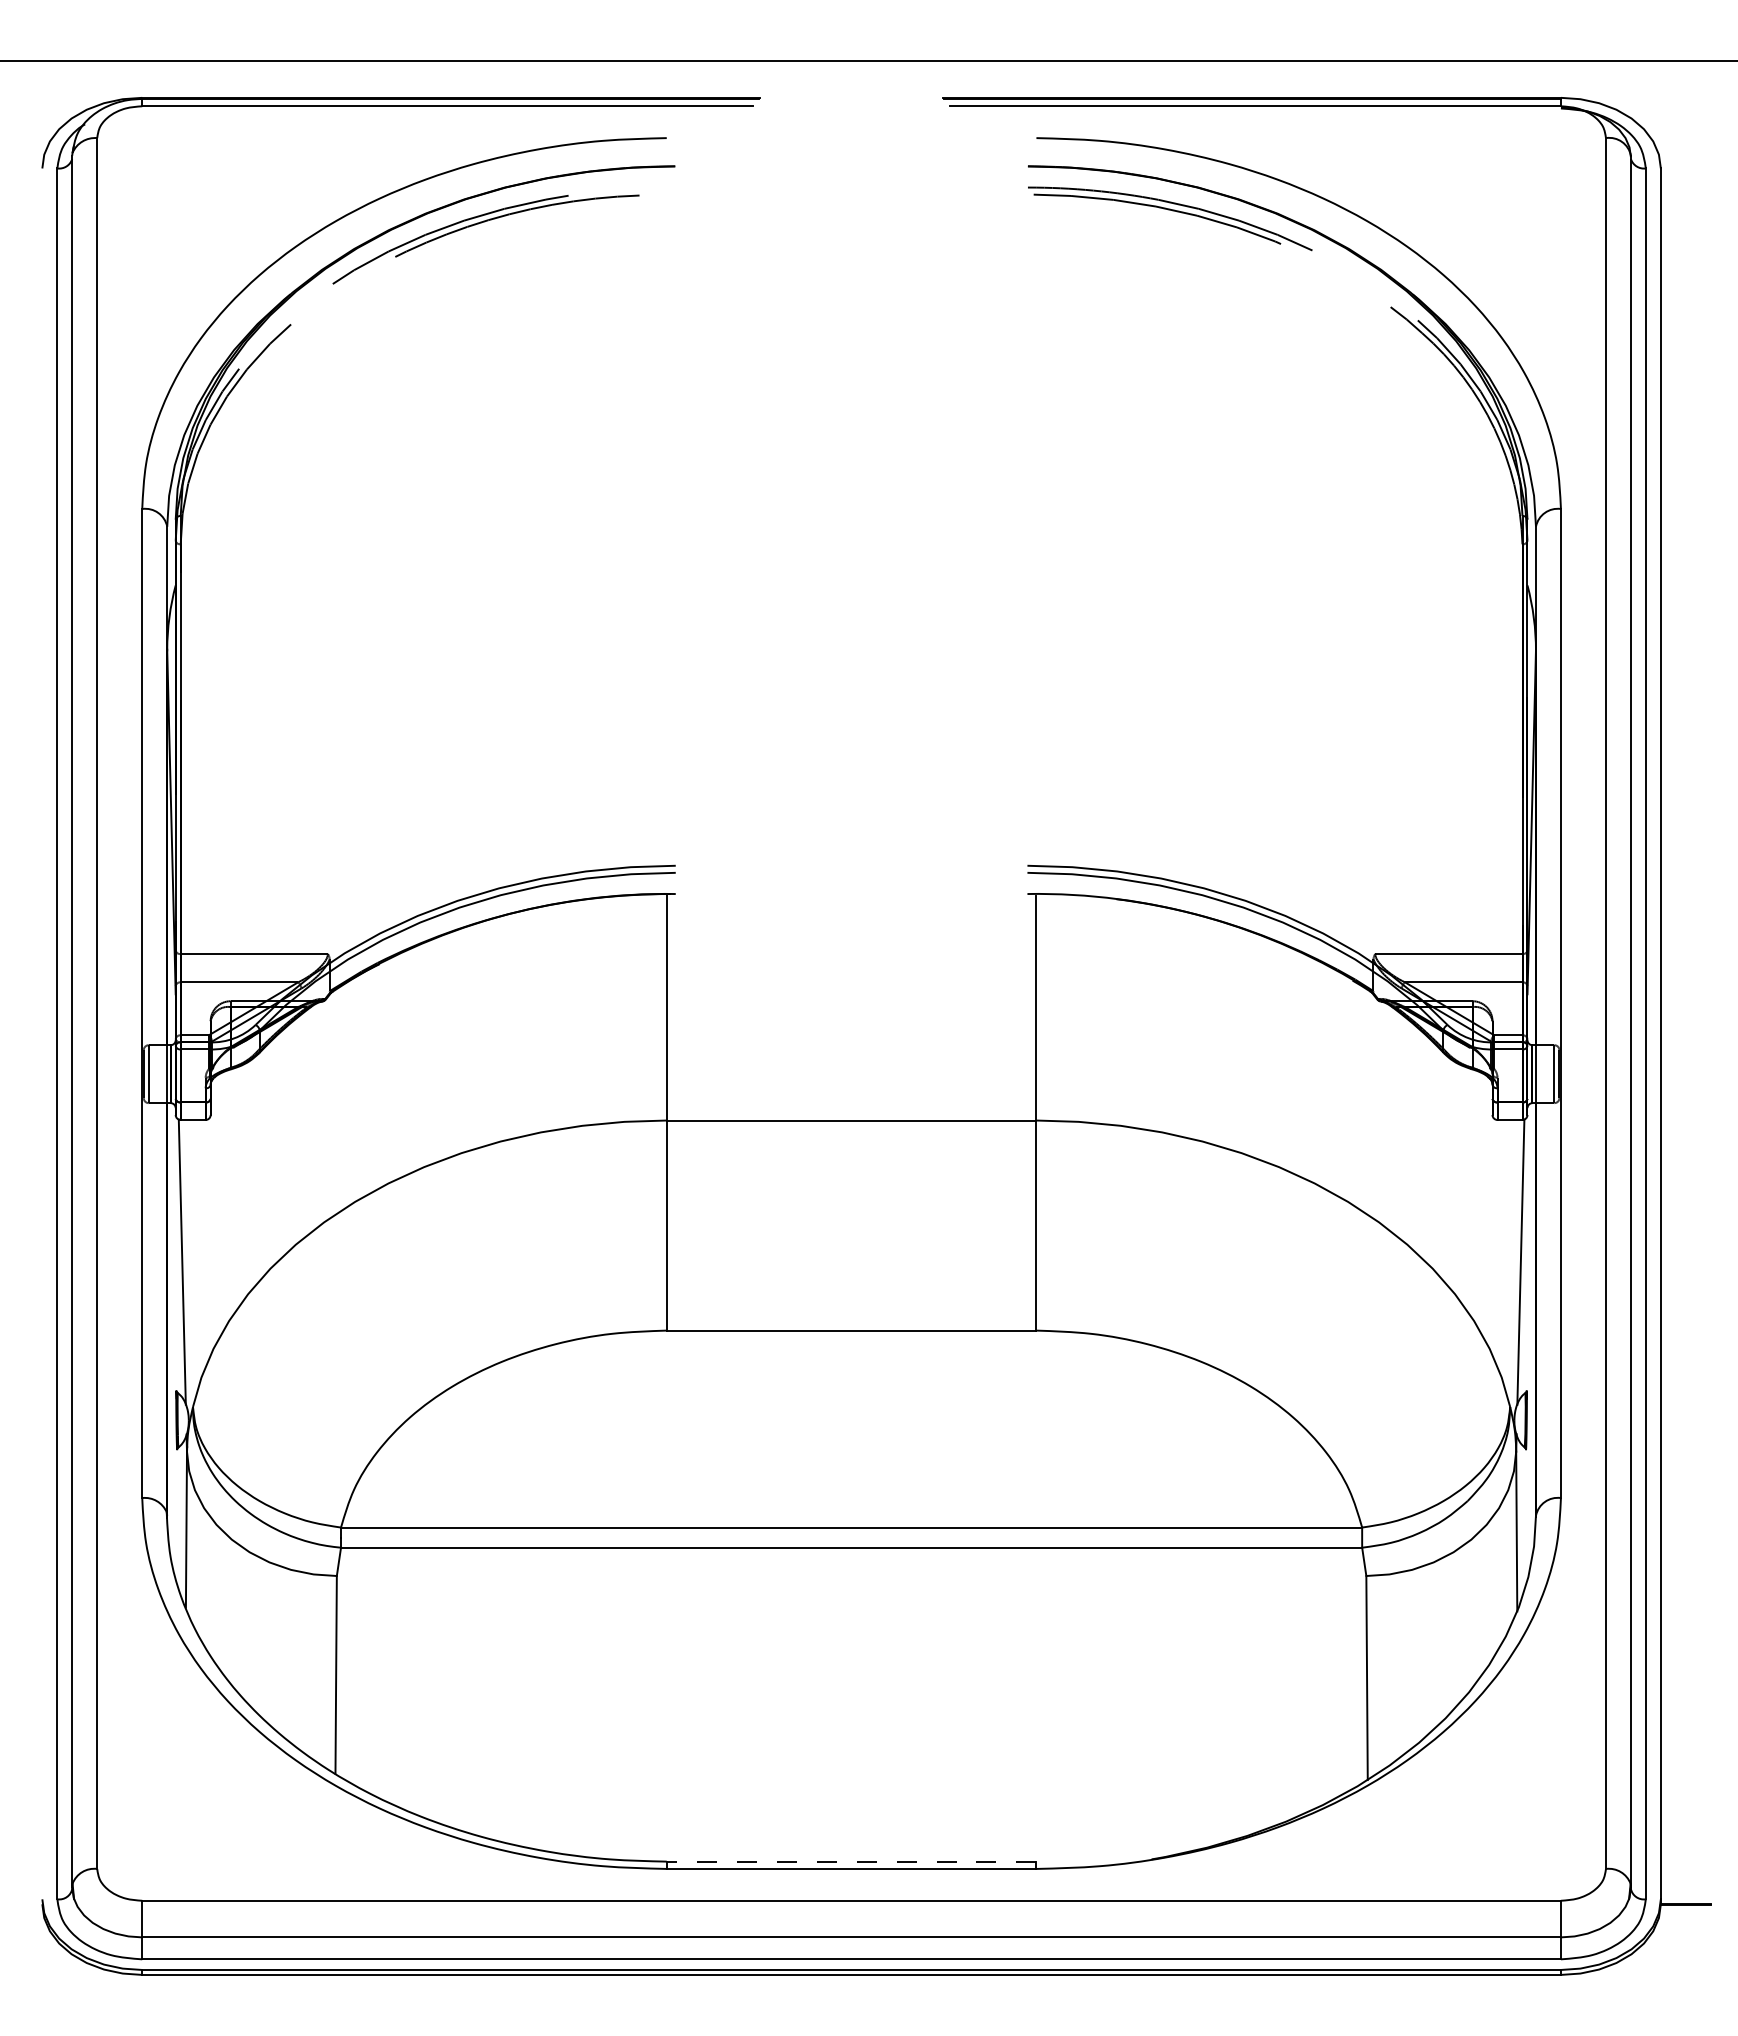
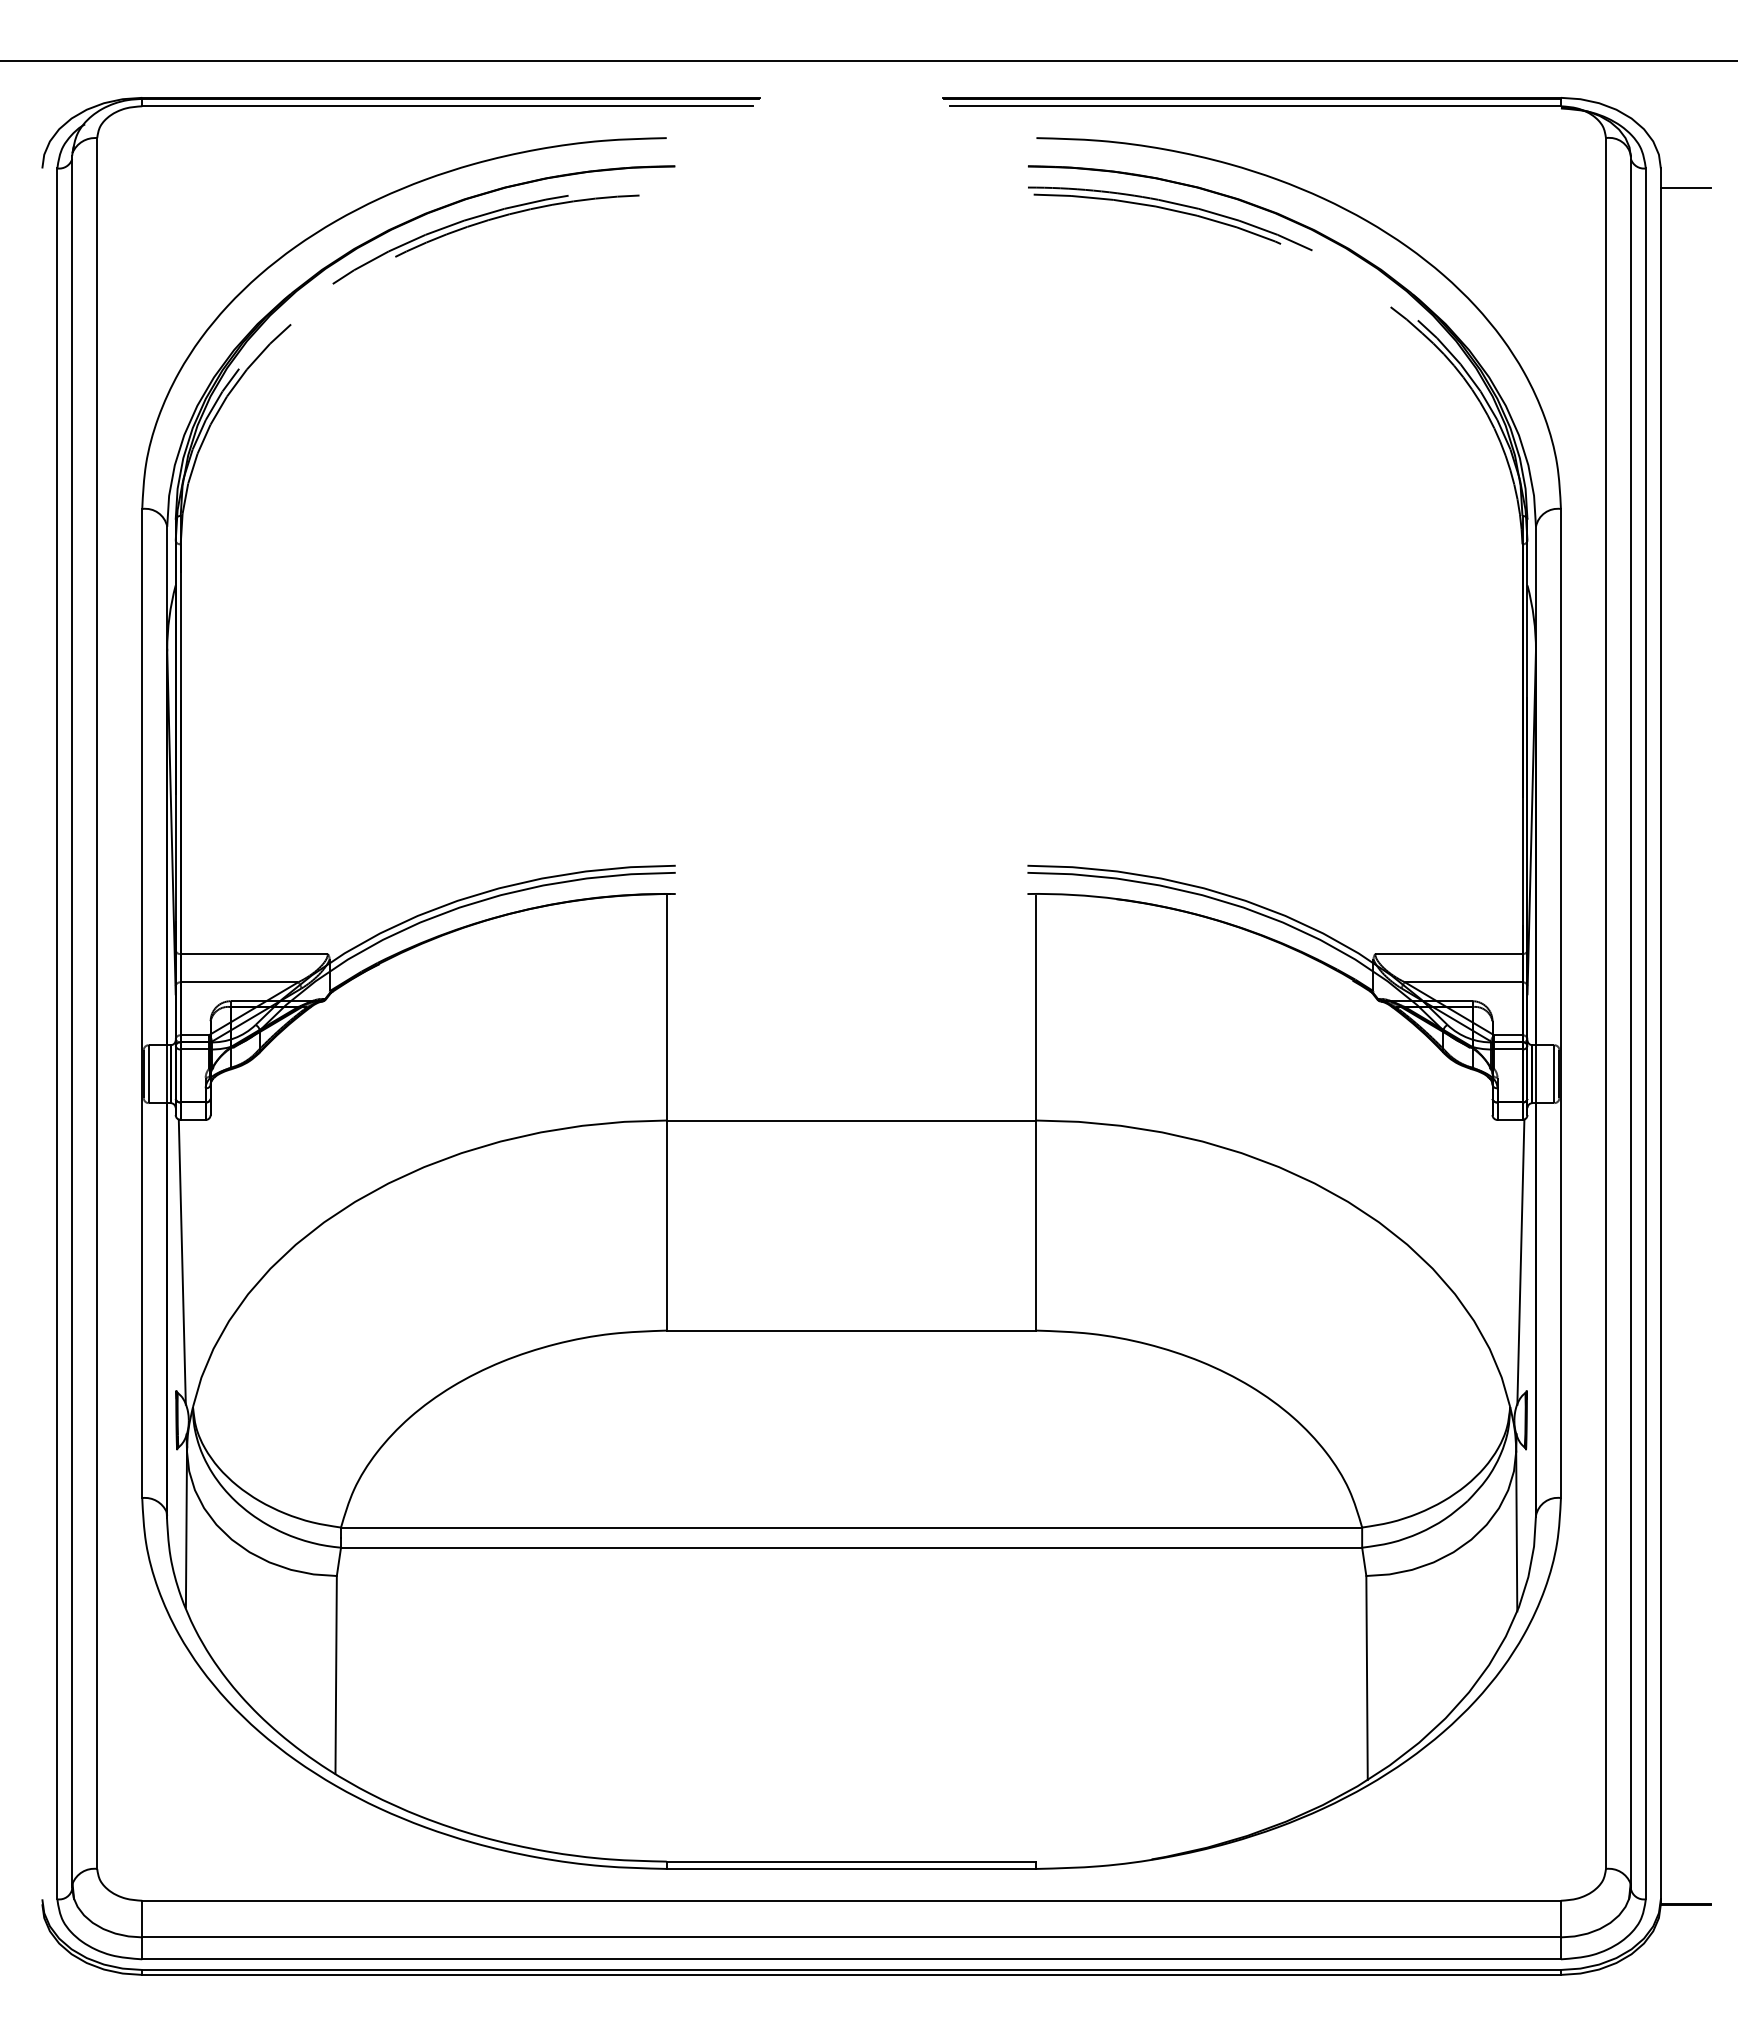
line at (1685, 188): none -> present
line at (851, 1861): dashed -> solid
